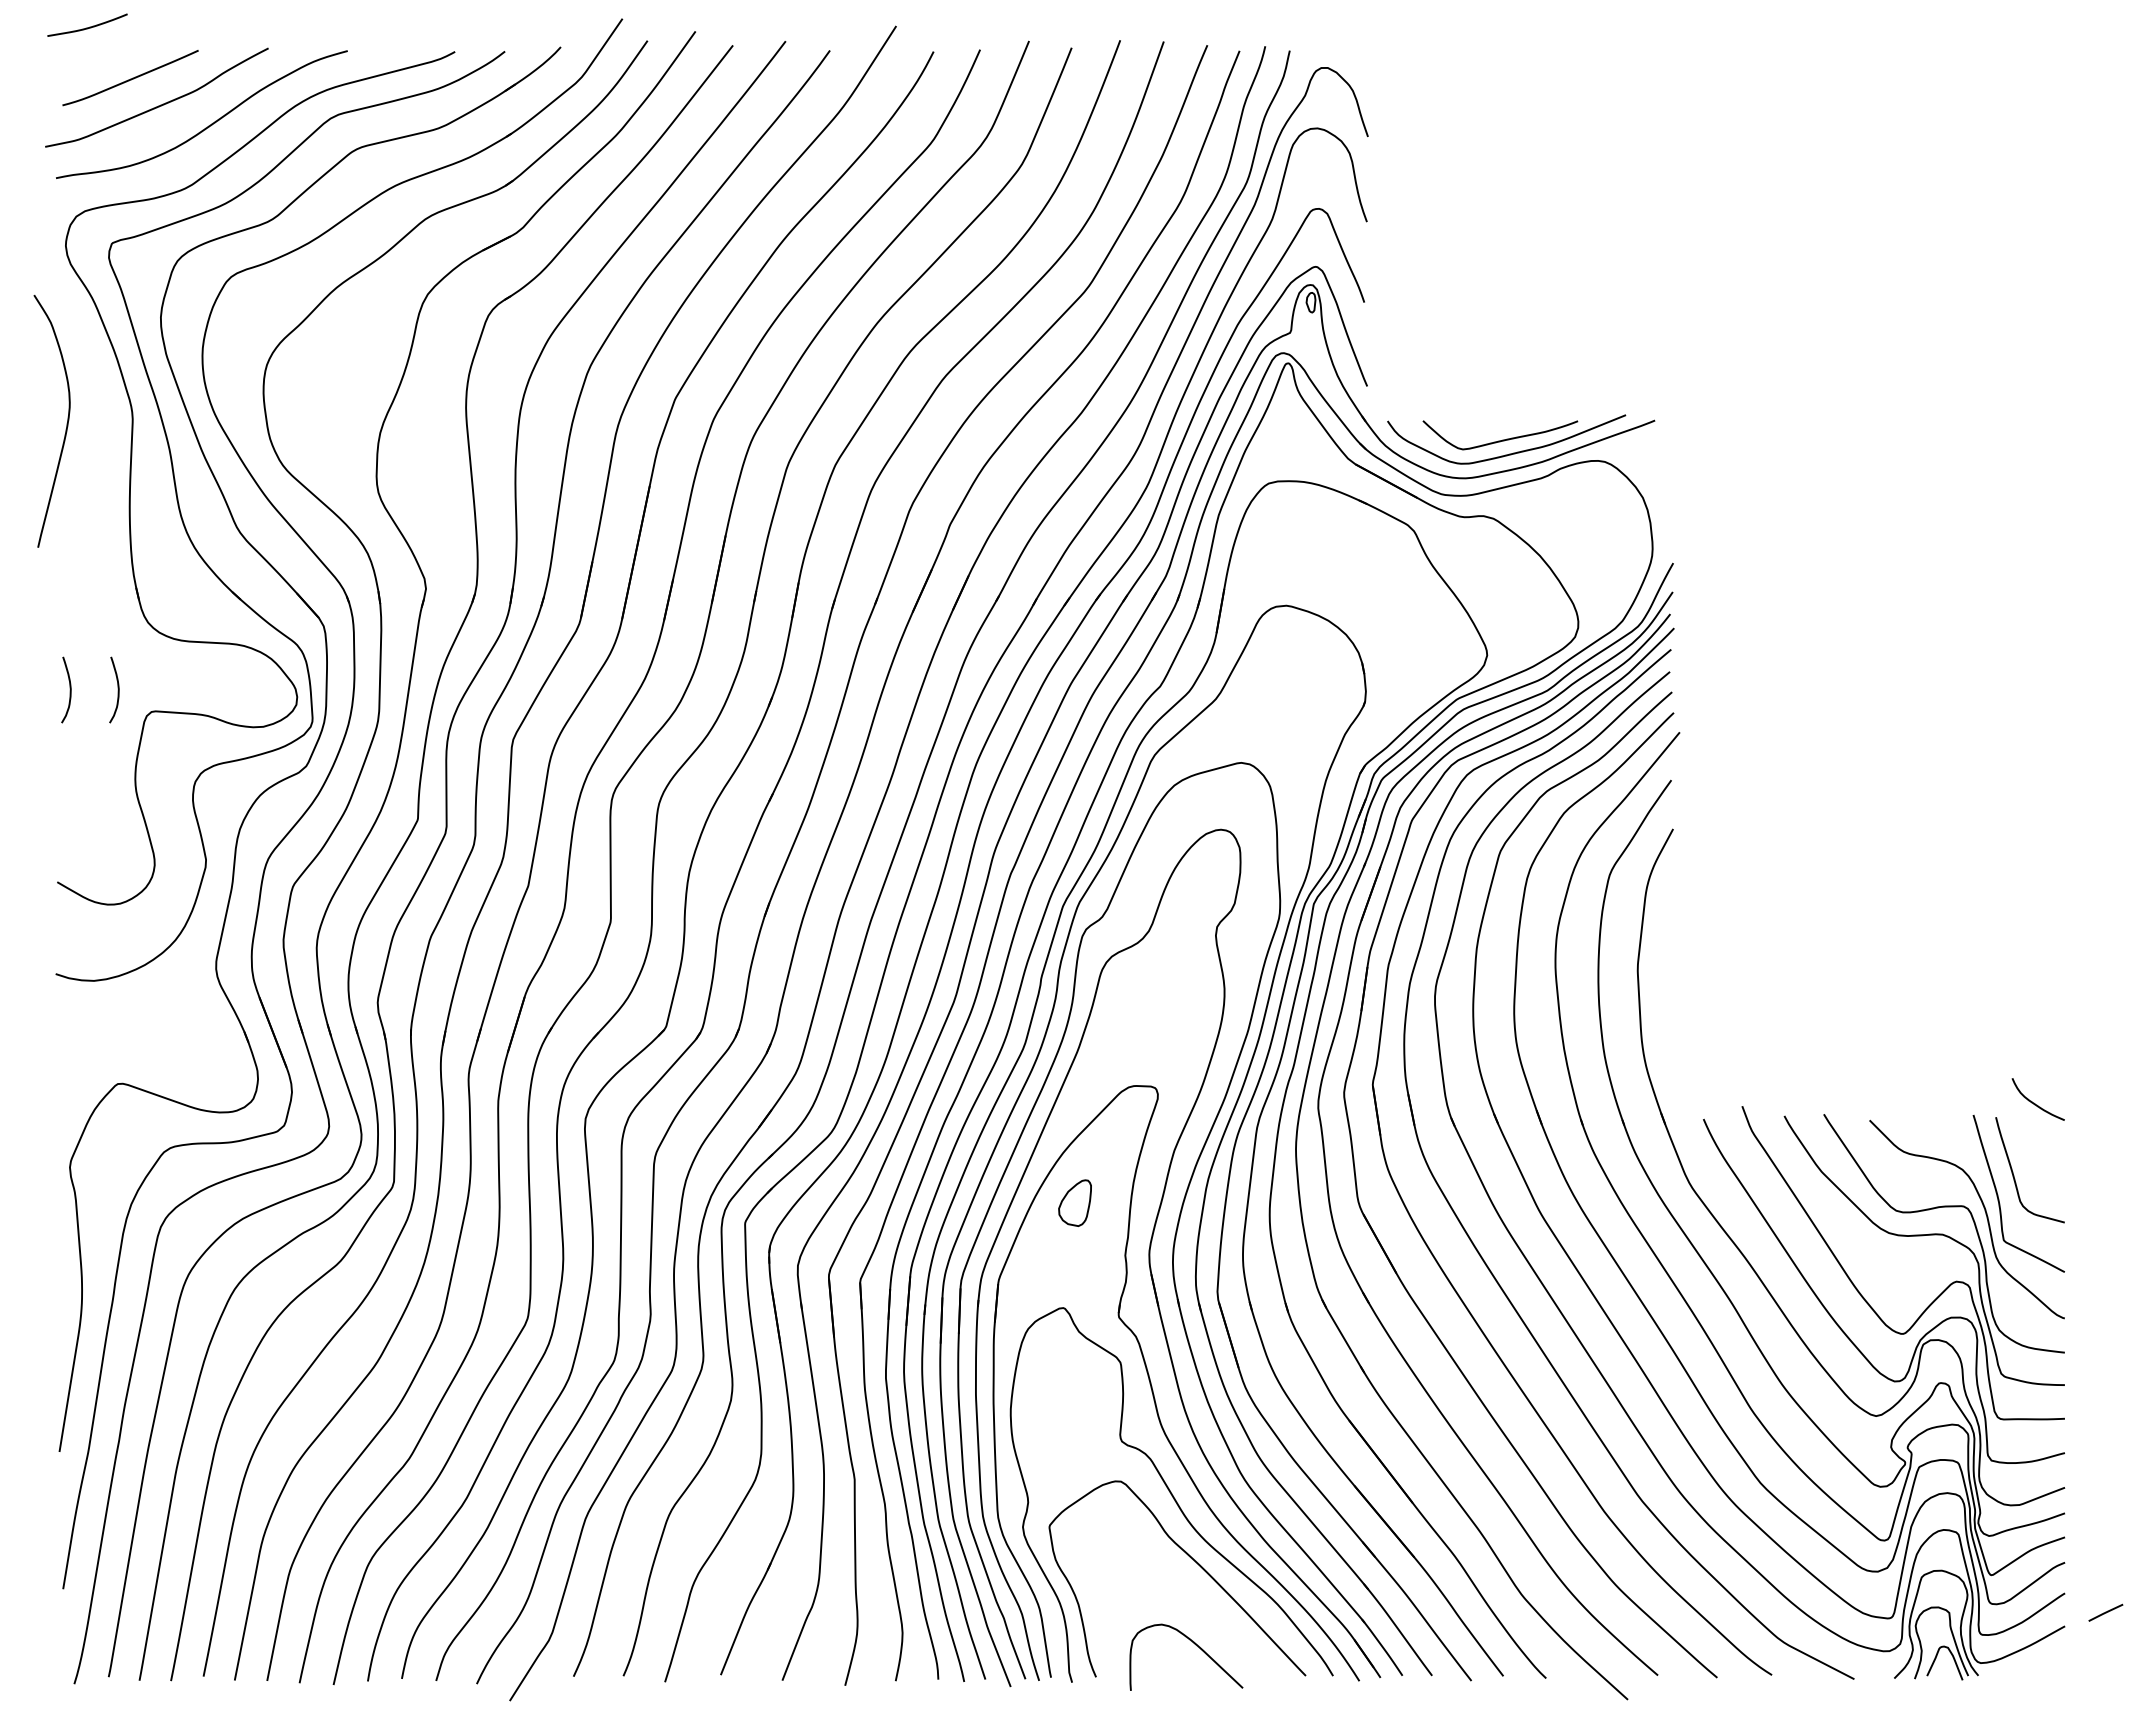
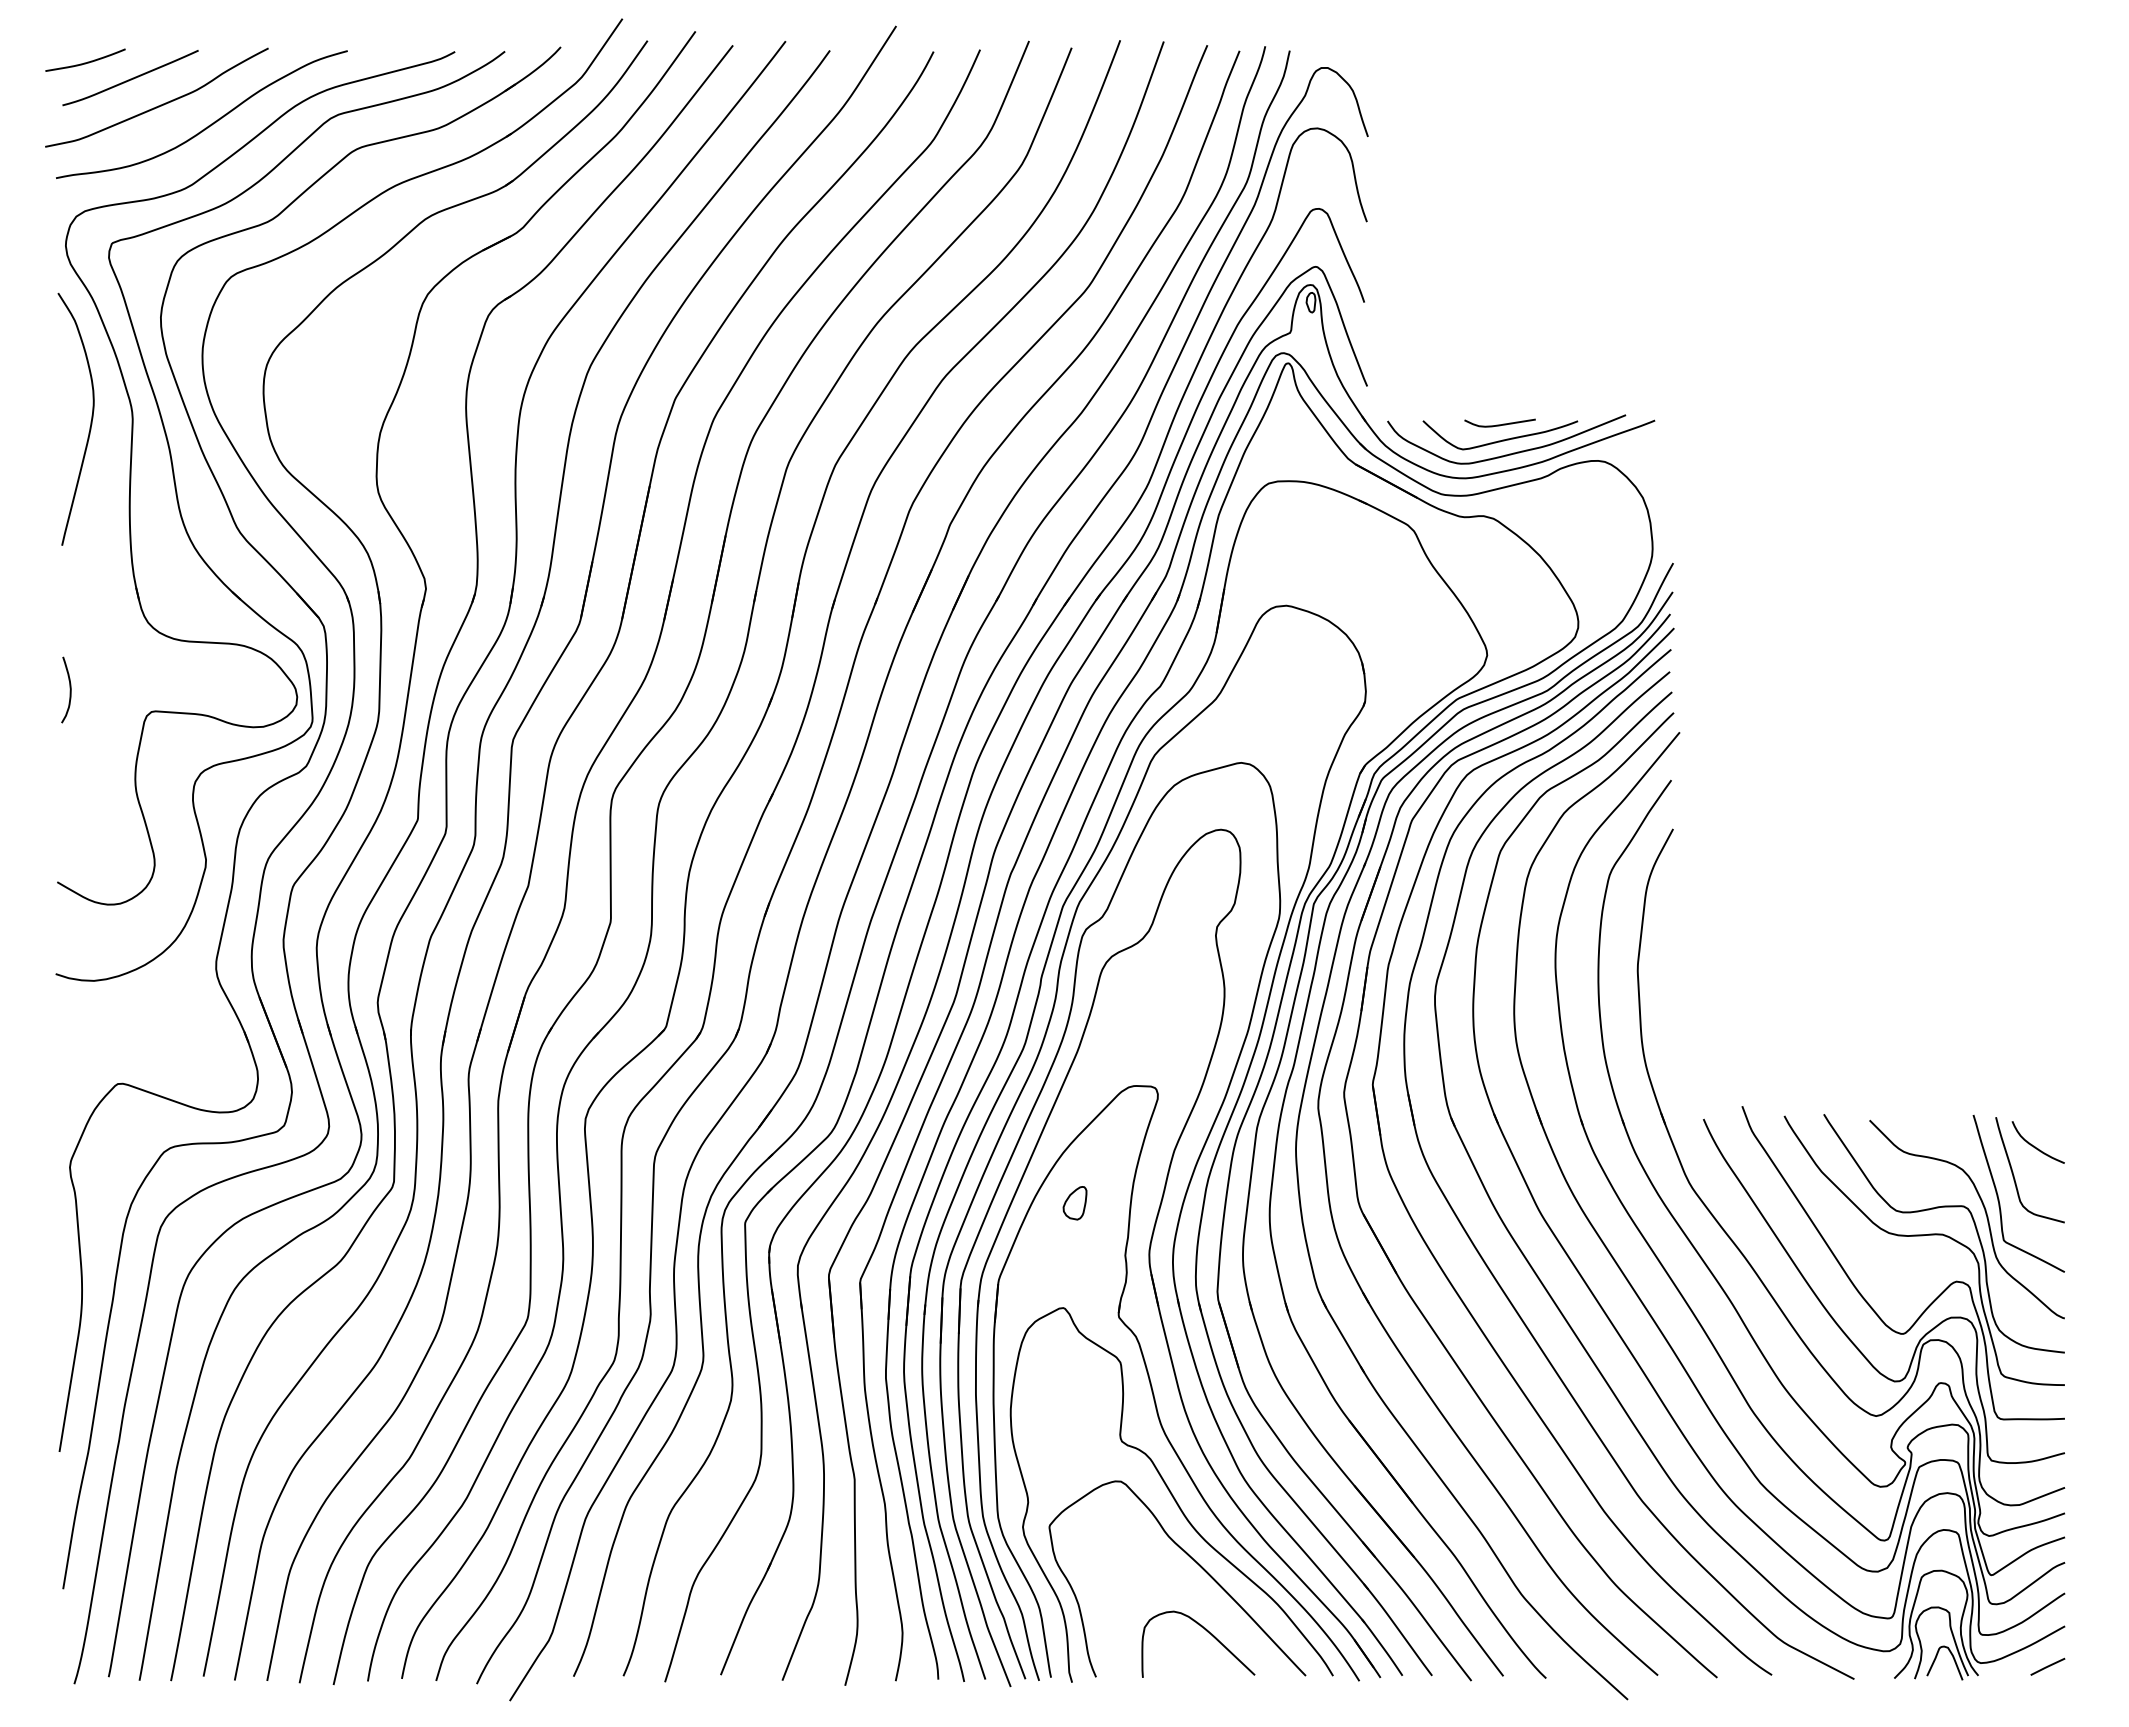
curve at (89, 26) position: (89, 26) -> (87, 61)
curve at (66, 423) position: (66, 423) -> (90, 421)
curve at (1499, 424): none -> present
curve at (117, 689): present -> none
curve at (2034, 1102) position: (2034, 1102) -> (2034, 1145)
part at (1074, 1202) size: 34x48 px -> 26x35 px
line at (2105, 1612) position: (2105, 1612) -> (2047, 1666)
curve at (1195, 1645) position: (1195, 1645) -> (1207, 1632)
